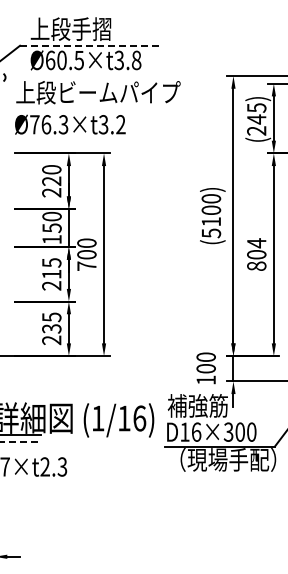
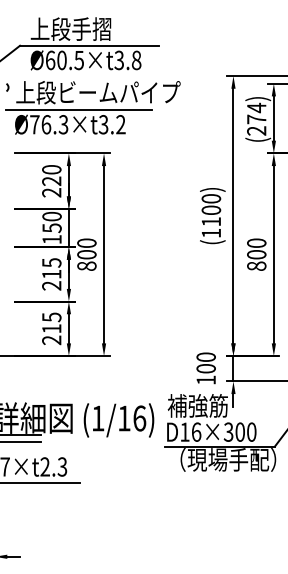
line at (89, 45): dashed -> solid
arc at (4, 77) position: (4, 77) -> (7, 87)
line at (78, 110): none -> present
text at (256, 113): (245) -> (274)
text at (211, 233): (5100) -> (1100)
text at (256, 243): 804 -> 800
text at (86, 265): 700 -> 800
text at (51, 328): 235 -> 215
line at (21, 441): dashed -> solid
line at (40, 482): none -> present
